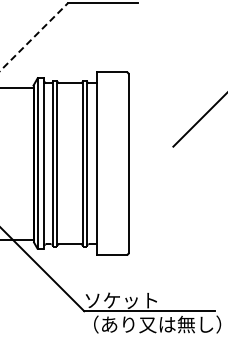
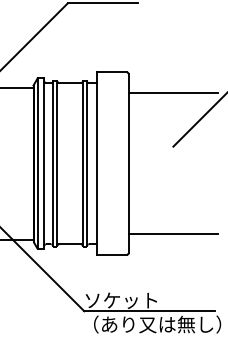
line at (33, 37): dashed -> solid
line at (172, 93): none -> present
line at (172, 234): none -> present
